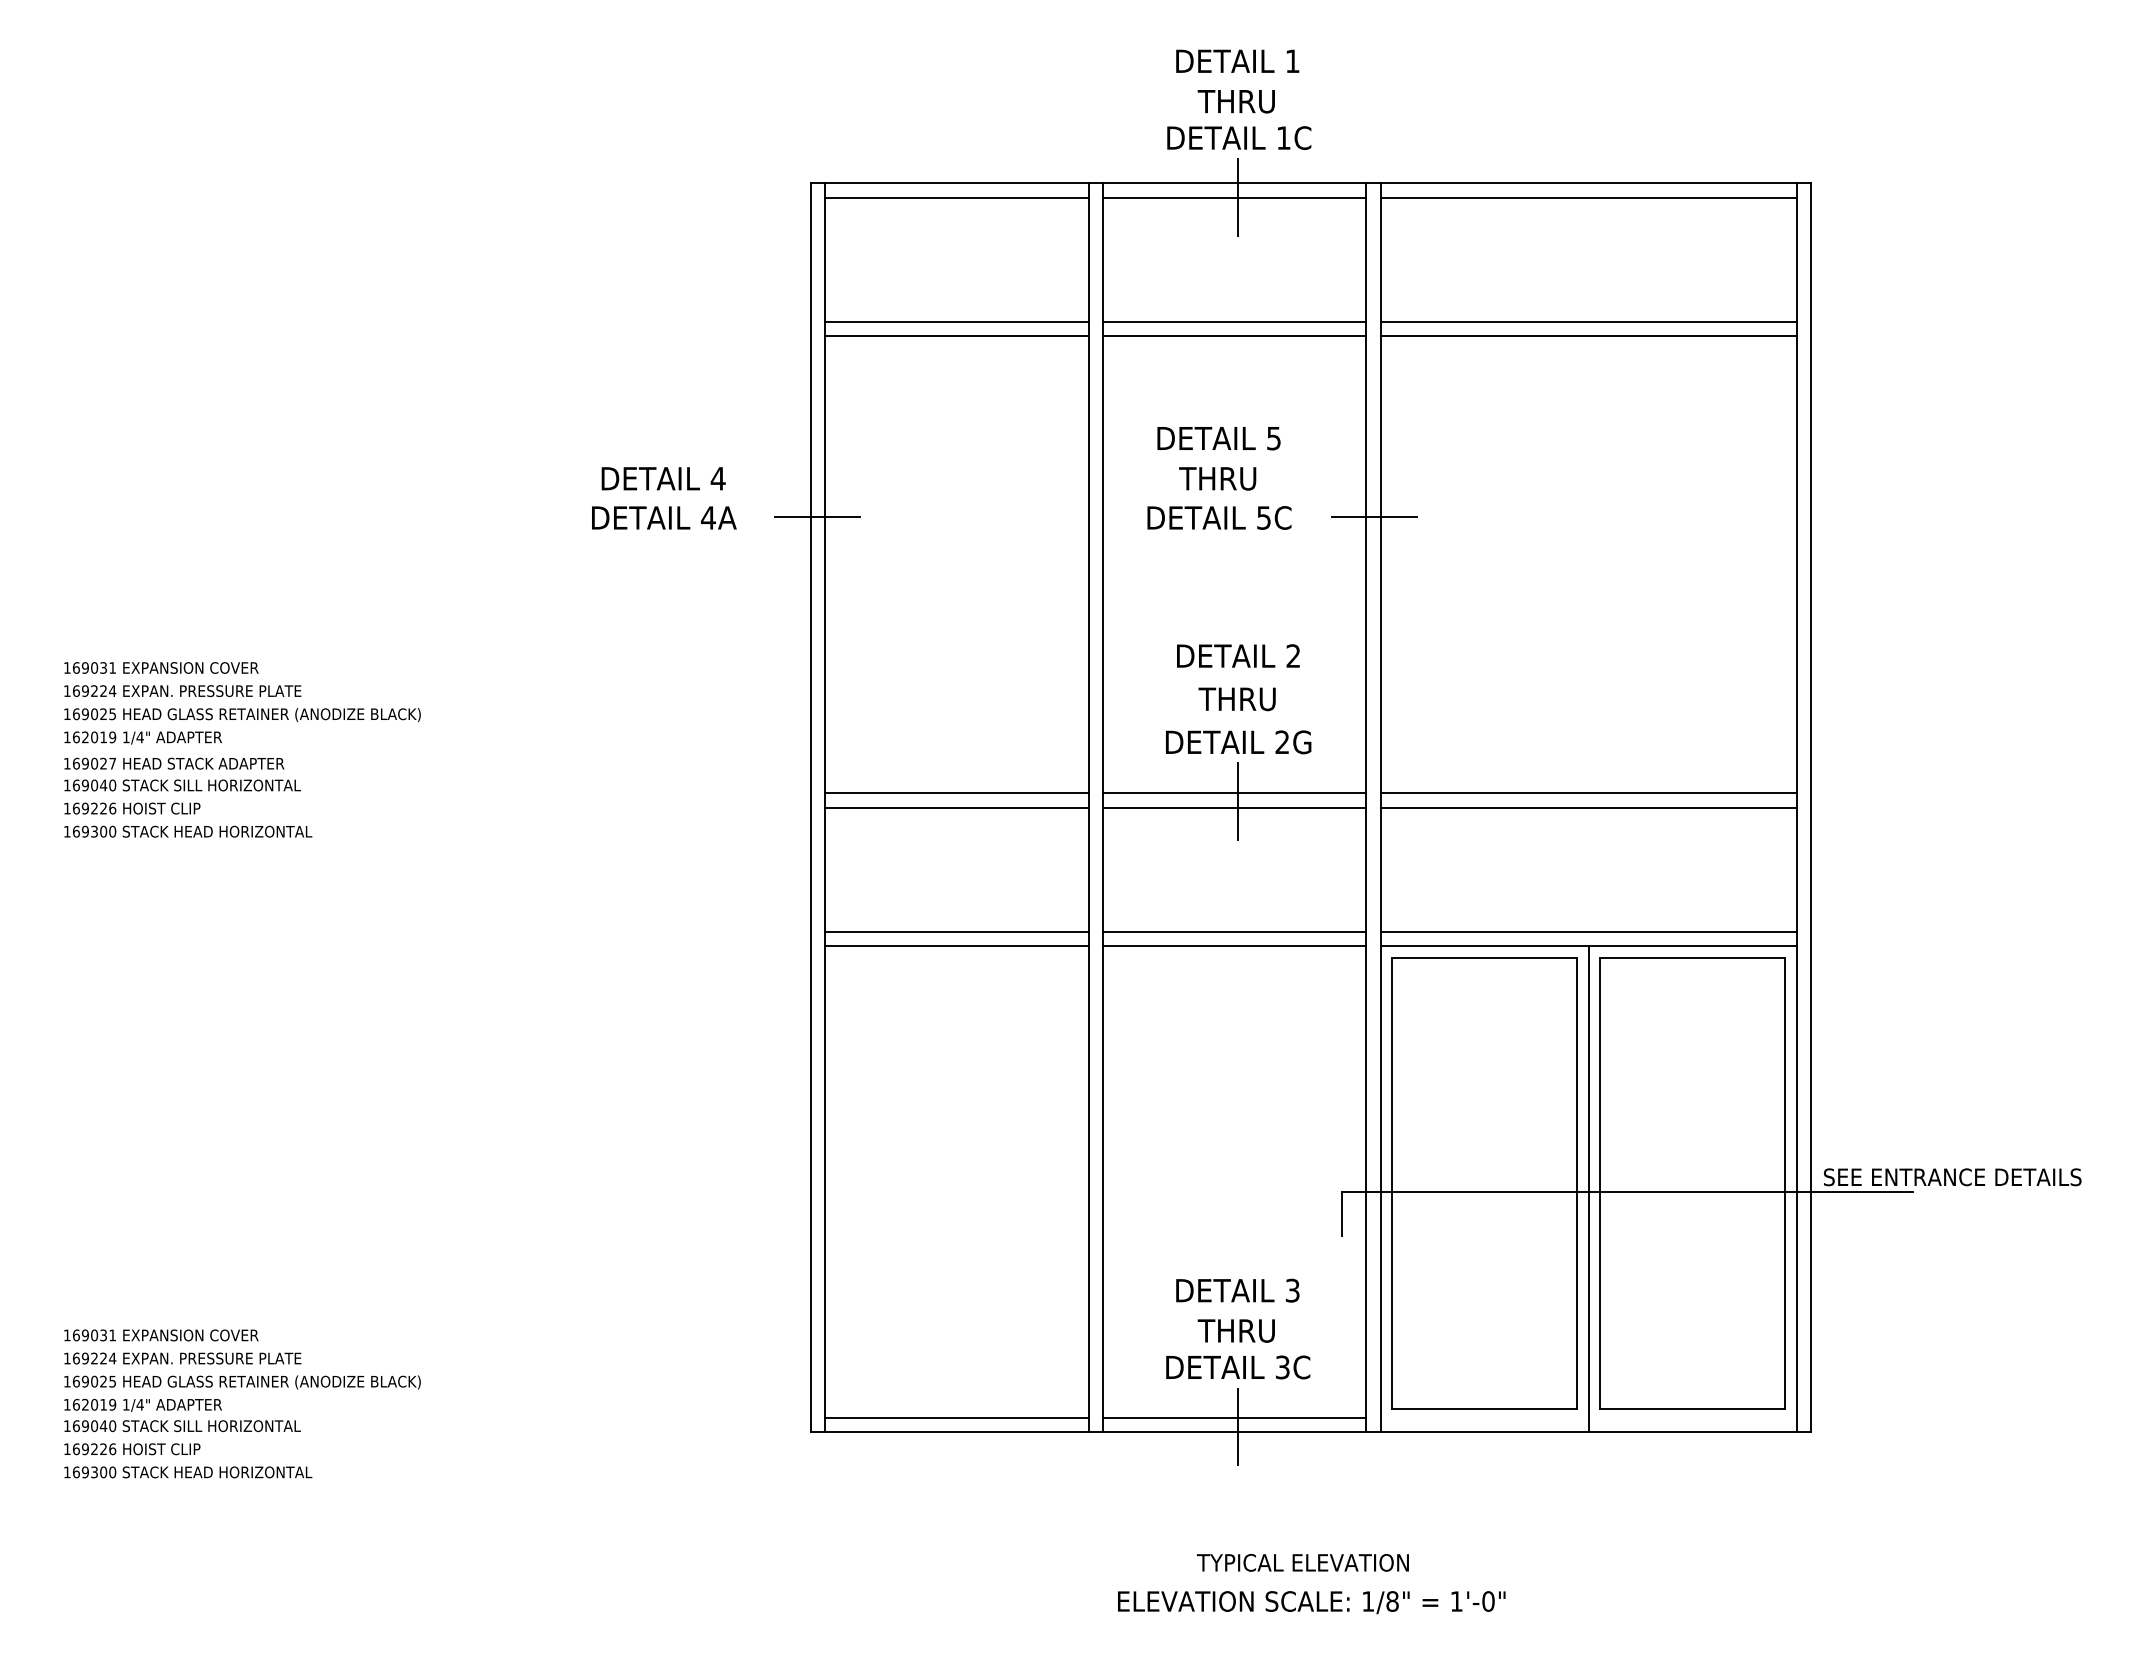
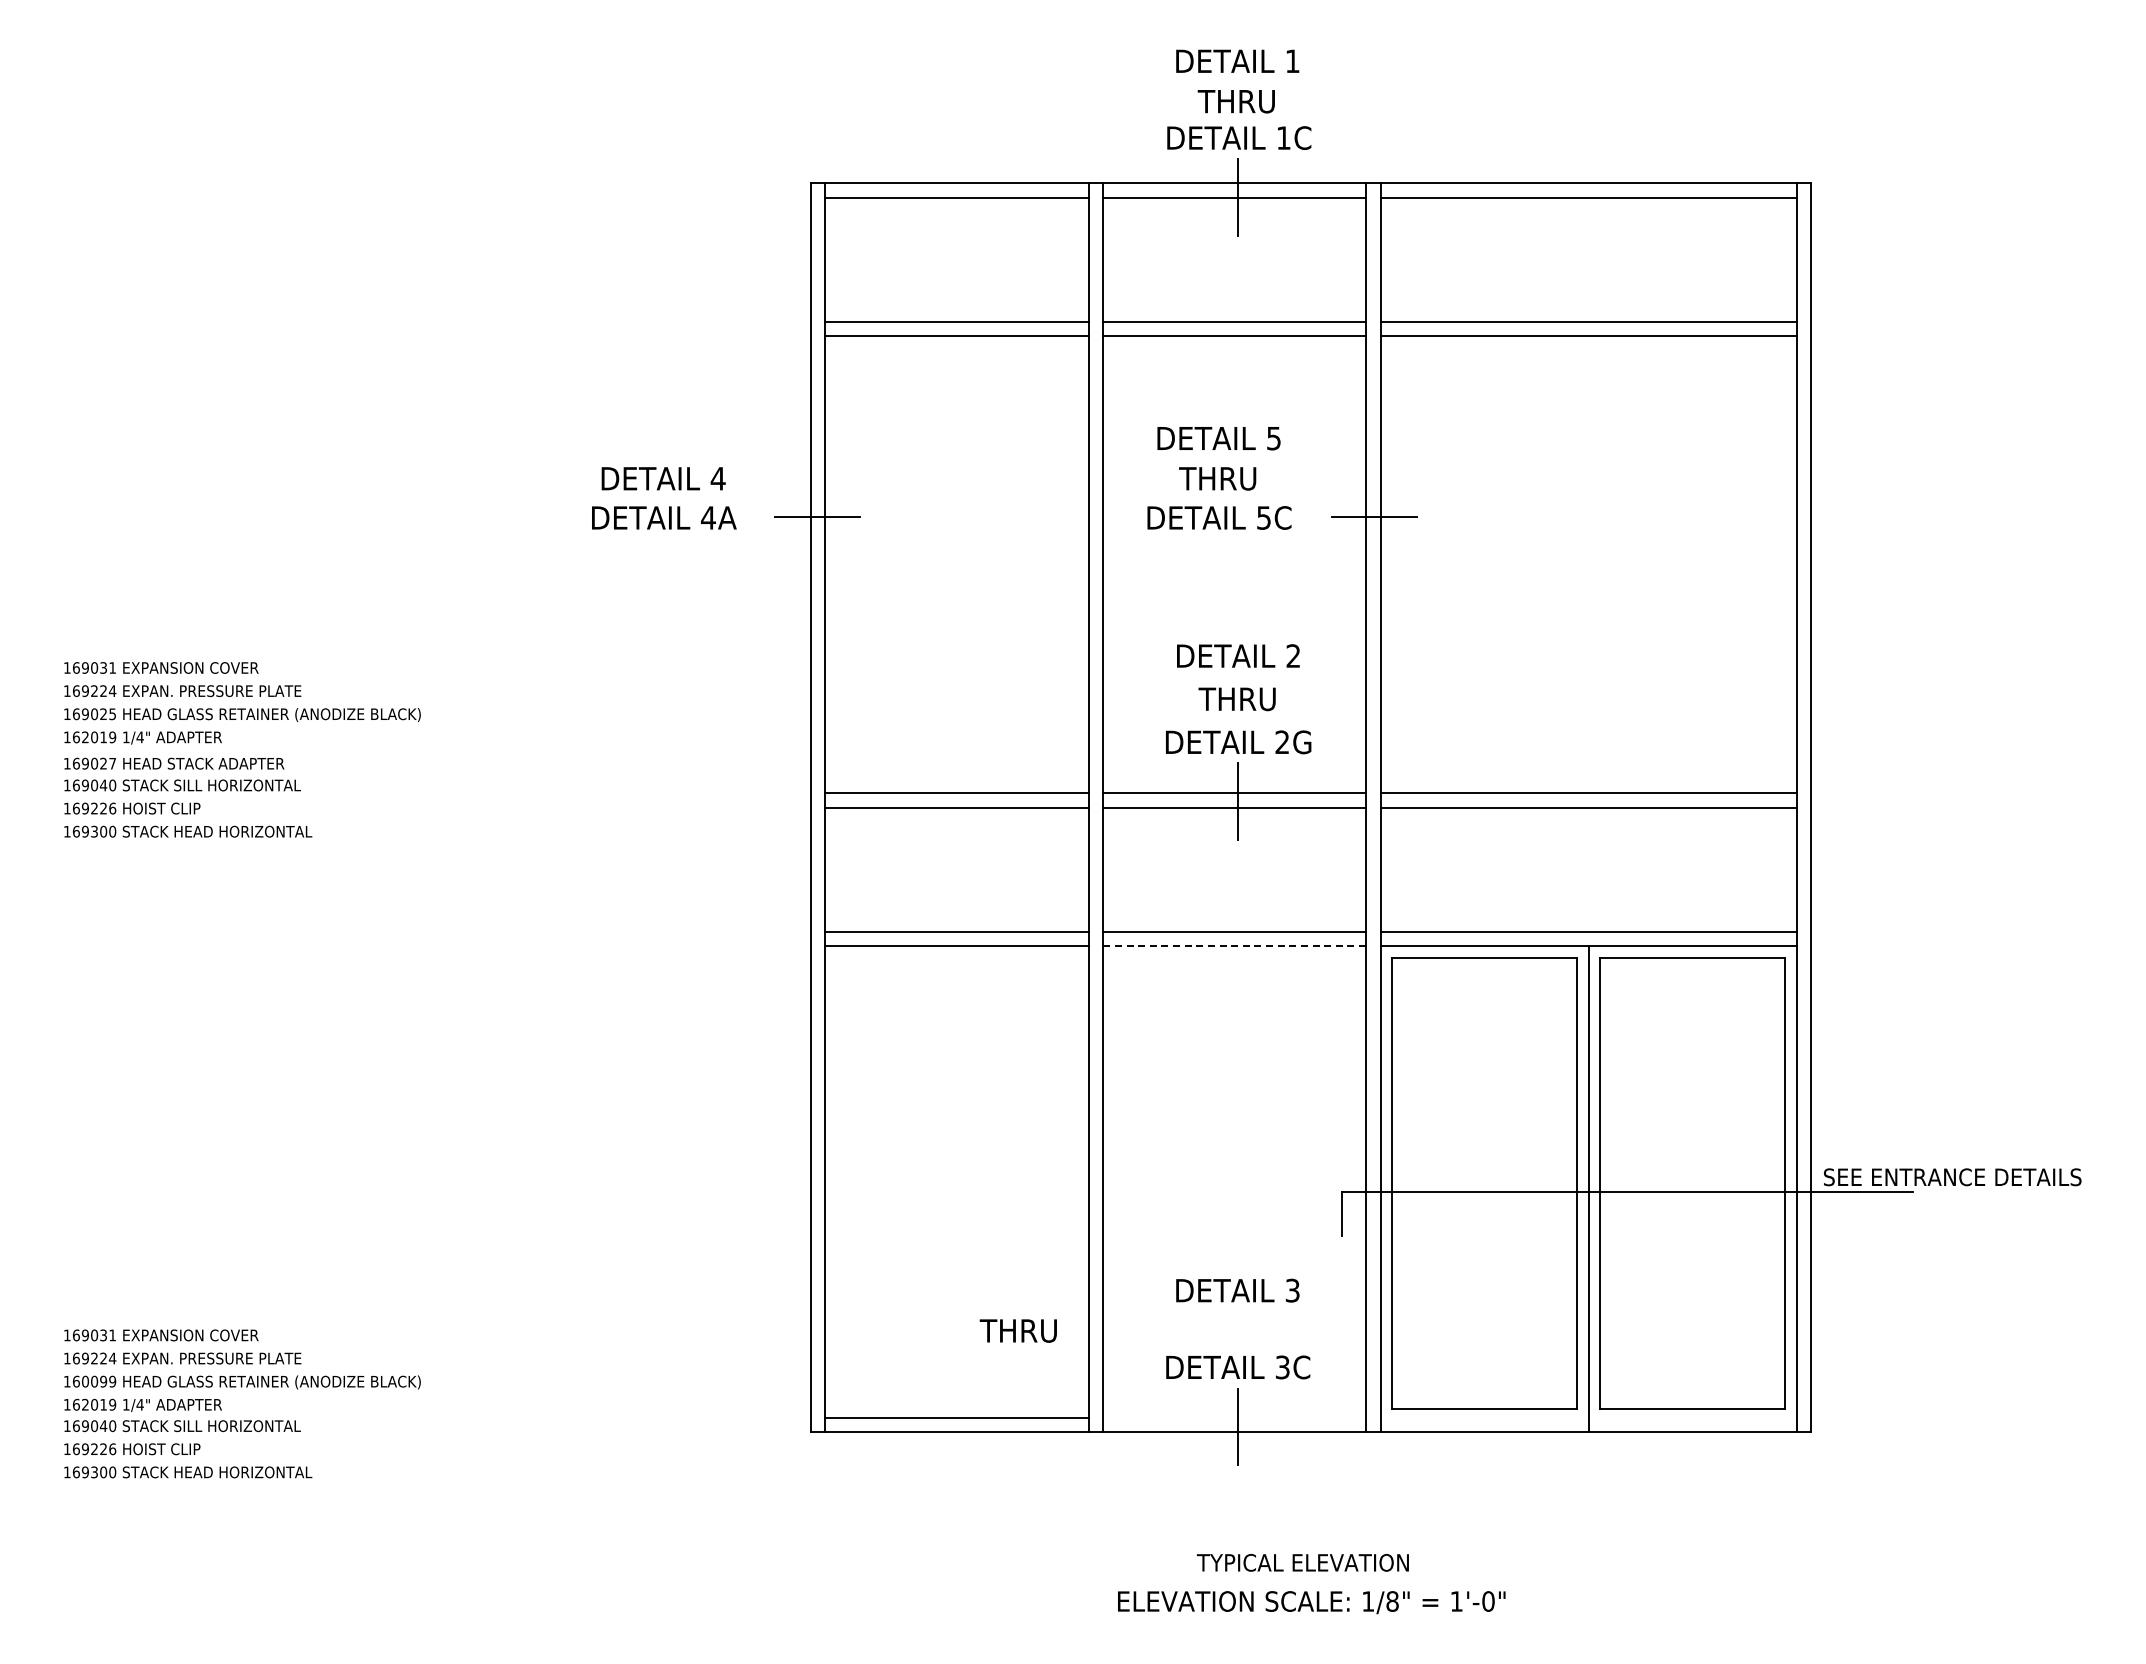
line at (1234, 946): solid -> dashed
text at (1235, 1330) position: (1235, 1330) -> (1017, 1330)
text at (98, 1381): 169025 -> 160099
line at (1234, 1417): present -> none
